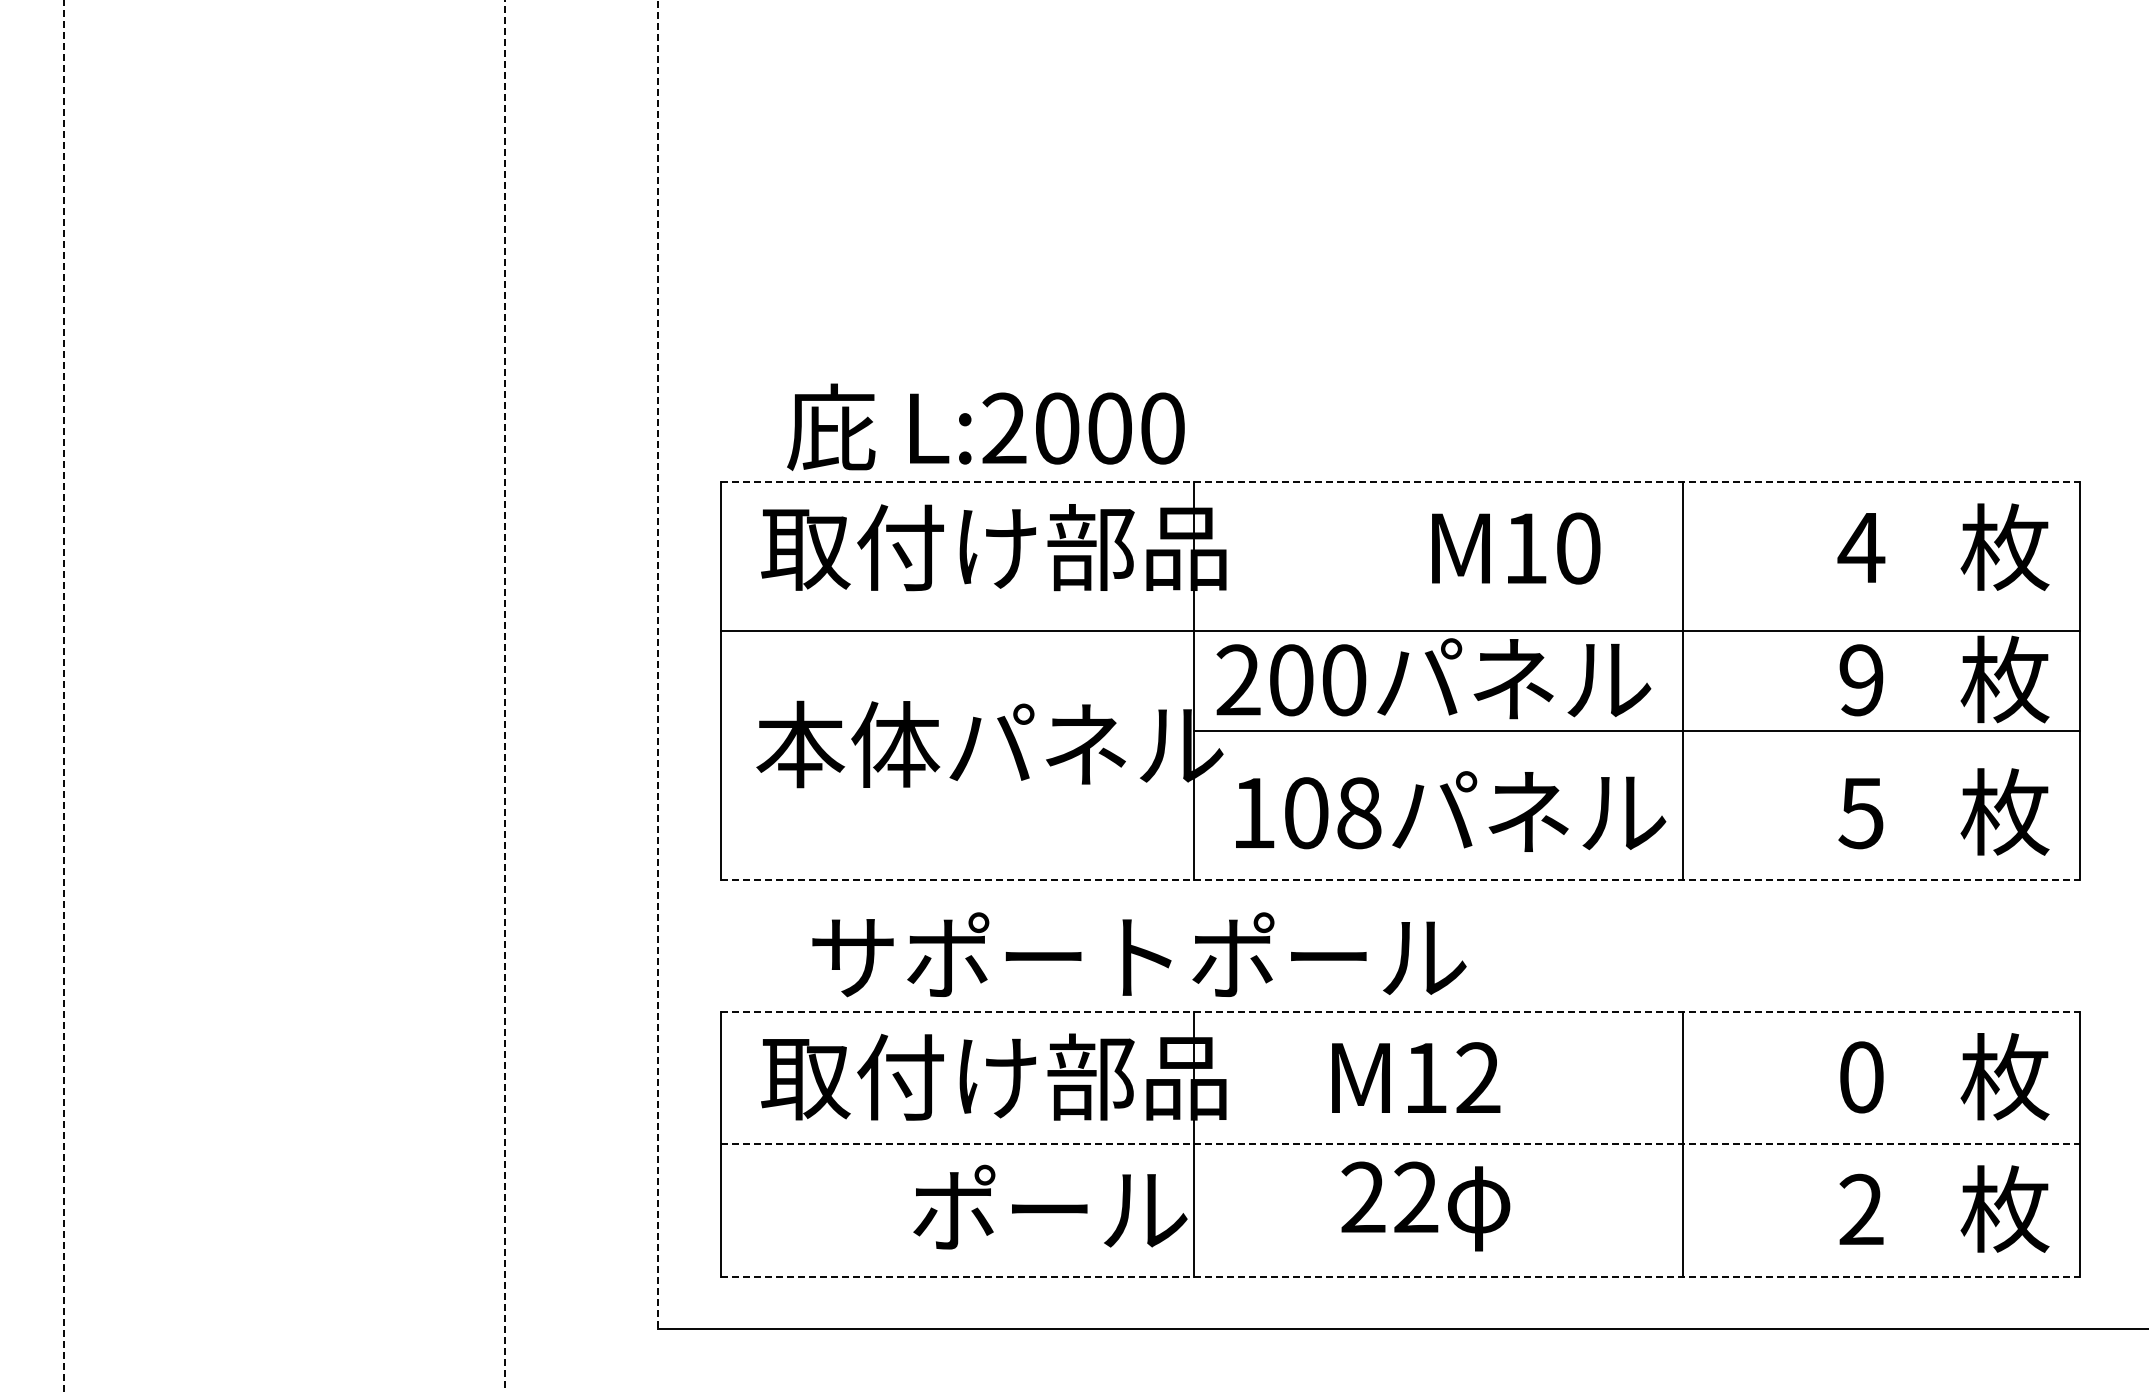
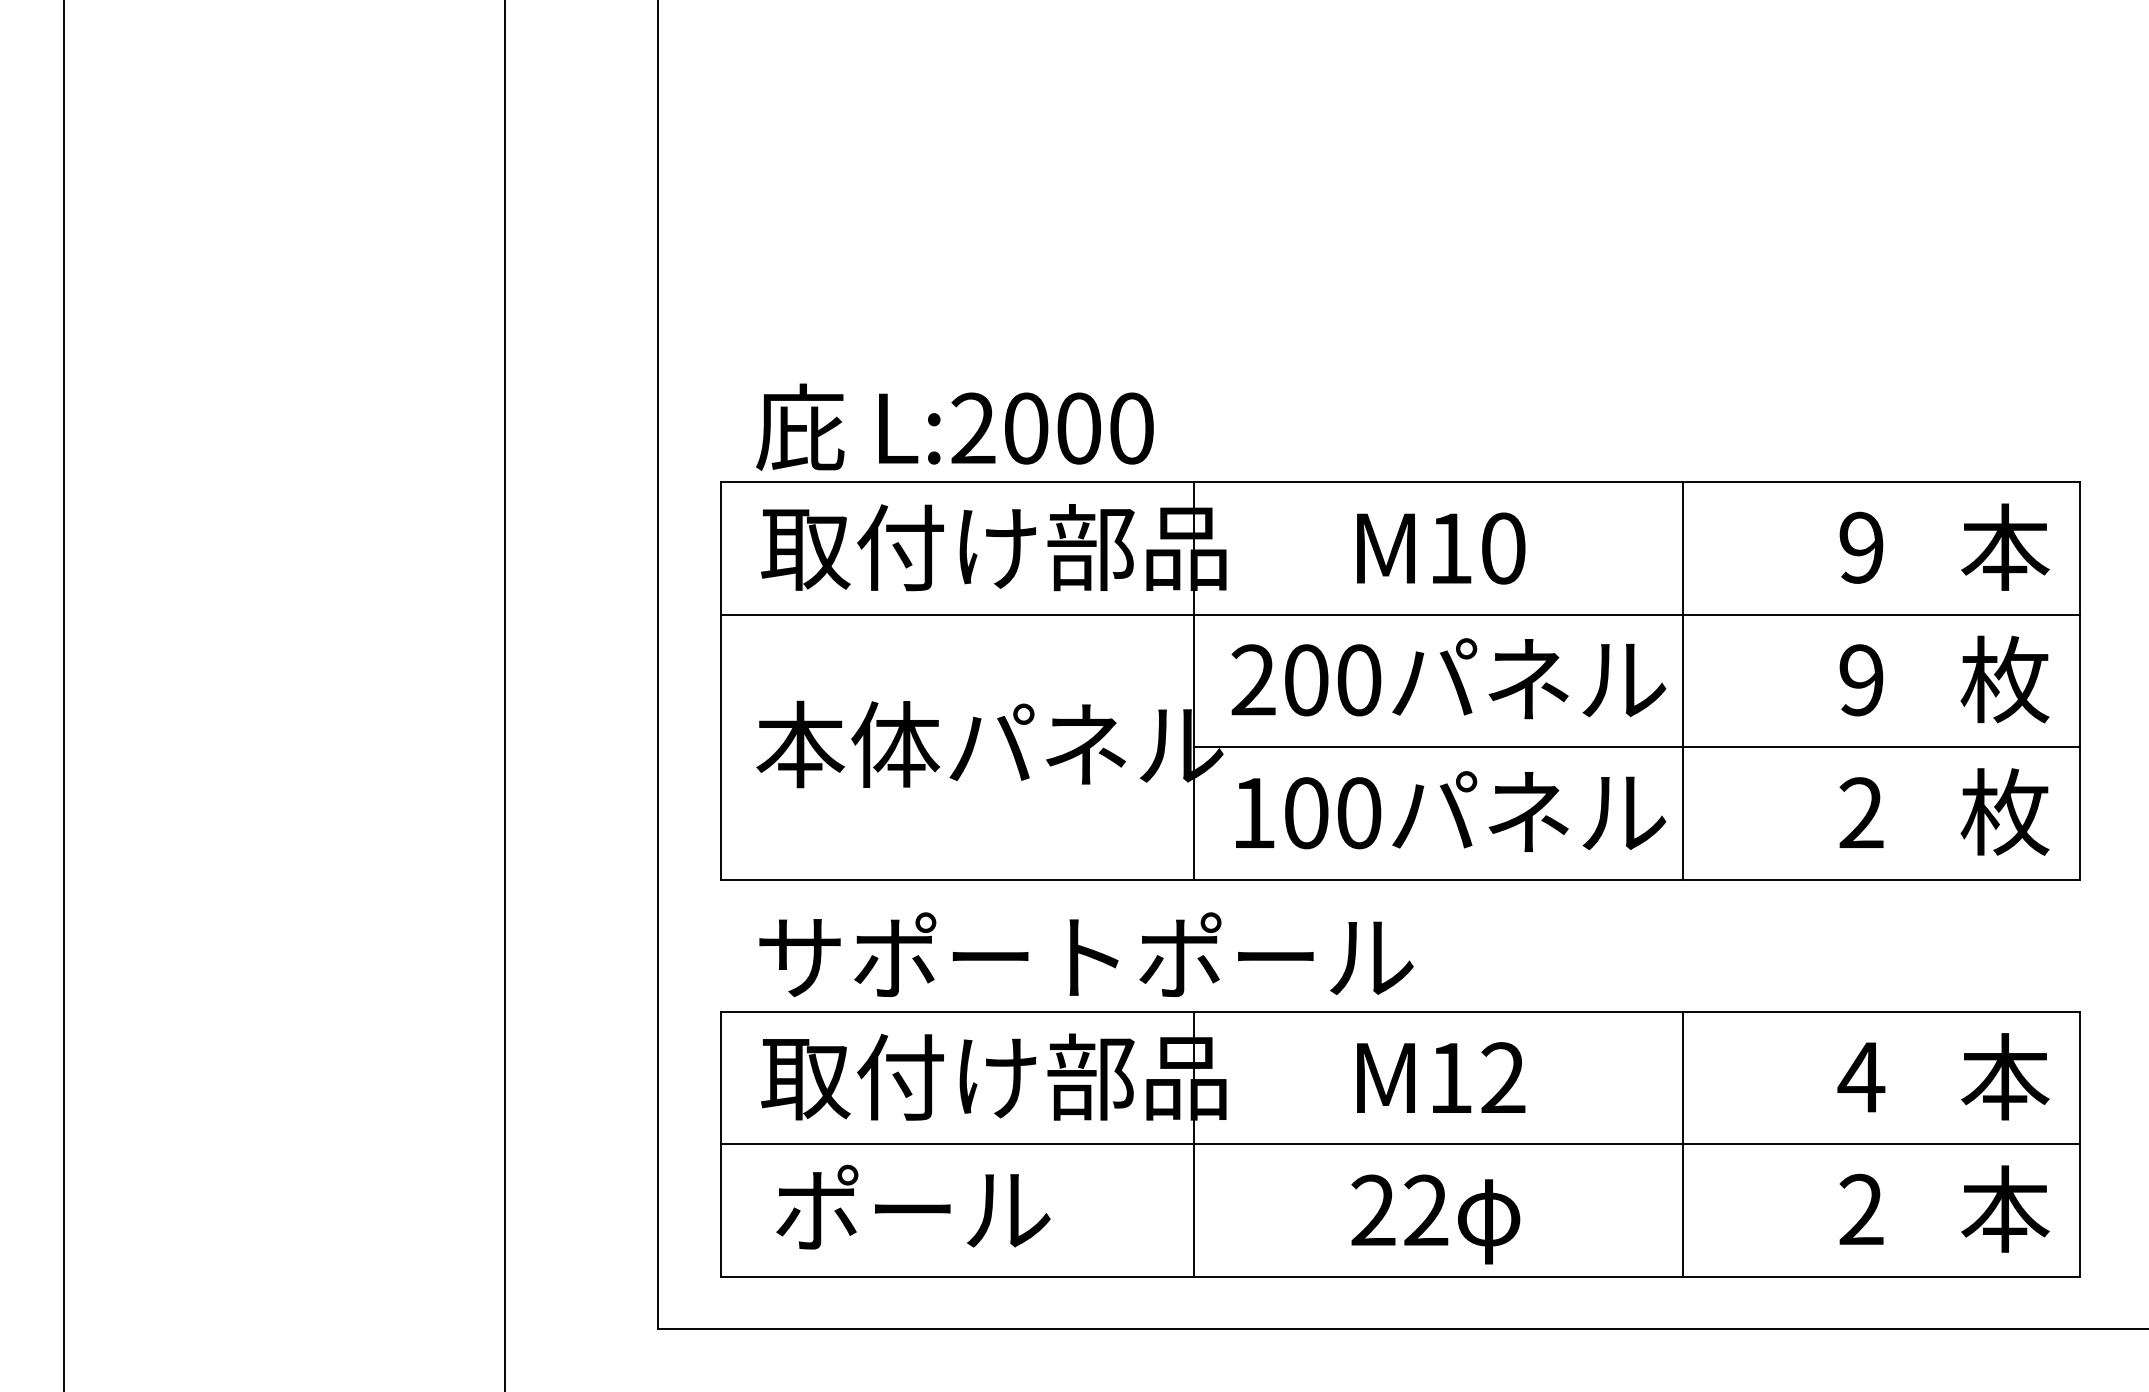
text at (985, 426) position: (985, 426) -> (954, 426)
line at (1400, 482): dashed -> solid
text at (2004, 546): 枚 -> 本
text at (1861, 547): 4 -> 9
text at (1516, 548) position: (1516, 548) -> (1441, 548)
line at (1399, 630) position: (1399, 630) -> (1399, 614)
line at (657, 664): dashed -> solid
text at (1433, 678) position: (1433, 678) -> (1448, 678)
line at (64, 696): dashed -> solid
line at (504, 696): dashed -> solid
line at (1636, 731) position: (1636, 731) -> (1636, 747)
text at (1359, 813): 108 -> 100
text at (1860, 813): 5 -> 2
line at (1400, 879): dashed -> solid
text at (1139, 954) position: (1139, 954) -> (1086, 954)
line at (1400, 1012): dashed -> solid
text at (2004, 1076): 枚 -> 本
text at (1416, 1077) position: (1416, 1077) -> (1441, 1077)
text at (1861, 1077): 0 -> 4
line at (1400, 1144): dashed -> solid
text at (1050, 1206) position: (1050, 1206) -> (913, 1206)
text at (1425, 1206) position: (1425, 1206) -> (1435, 1219)
text at (2004, 1208): 枚 -> 本
line at (1400, 1276): dashed -> solid
